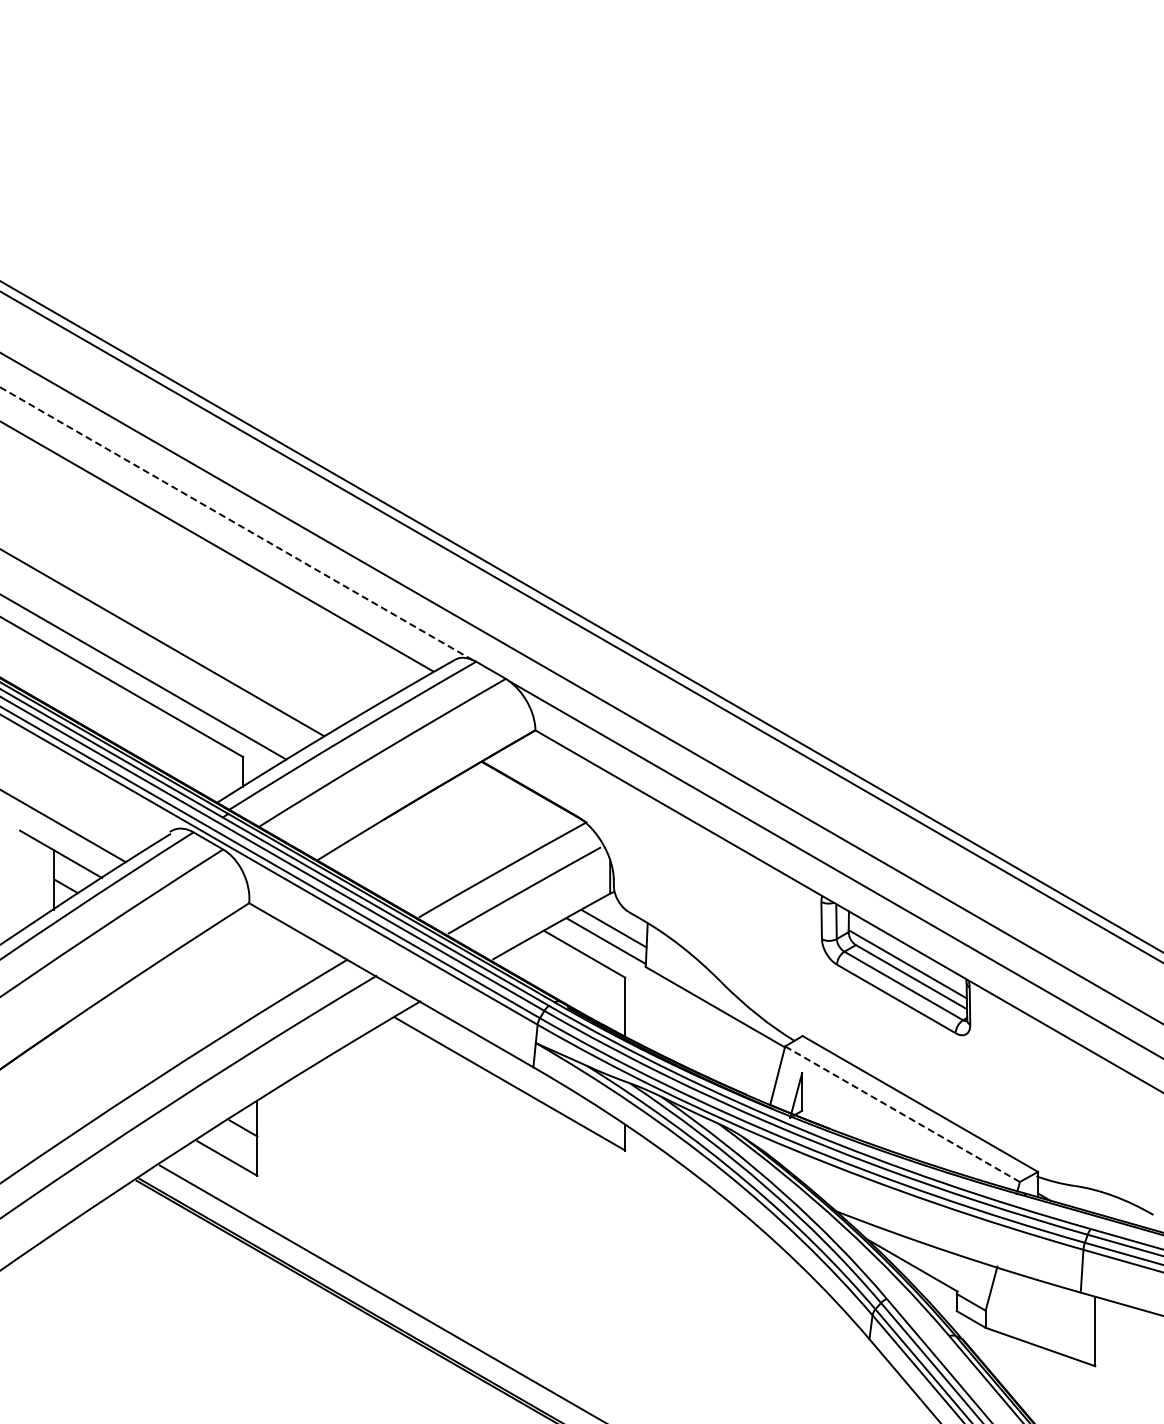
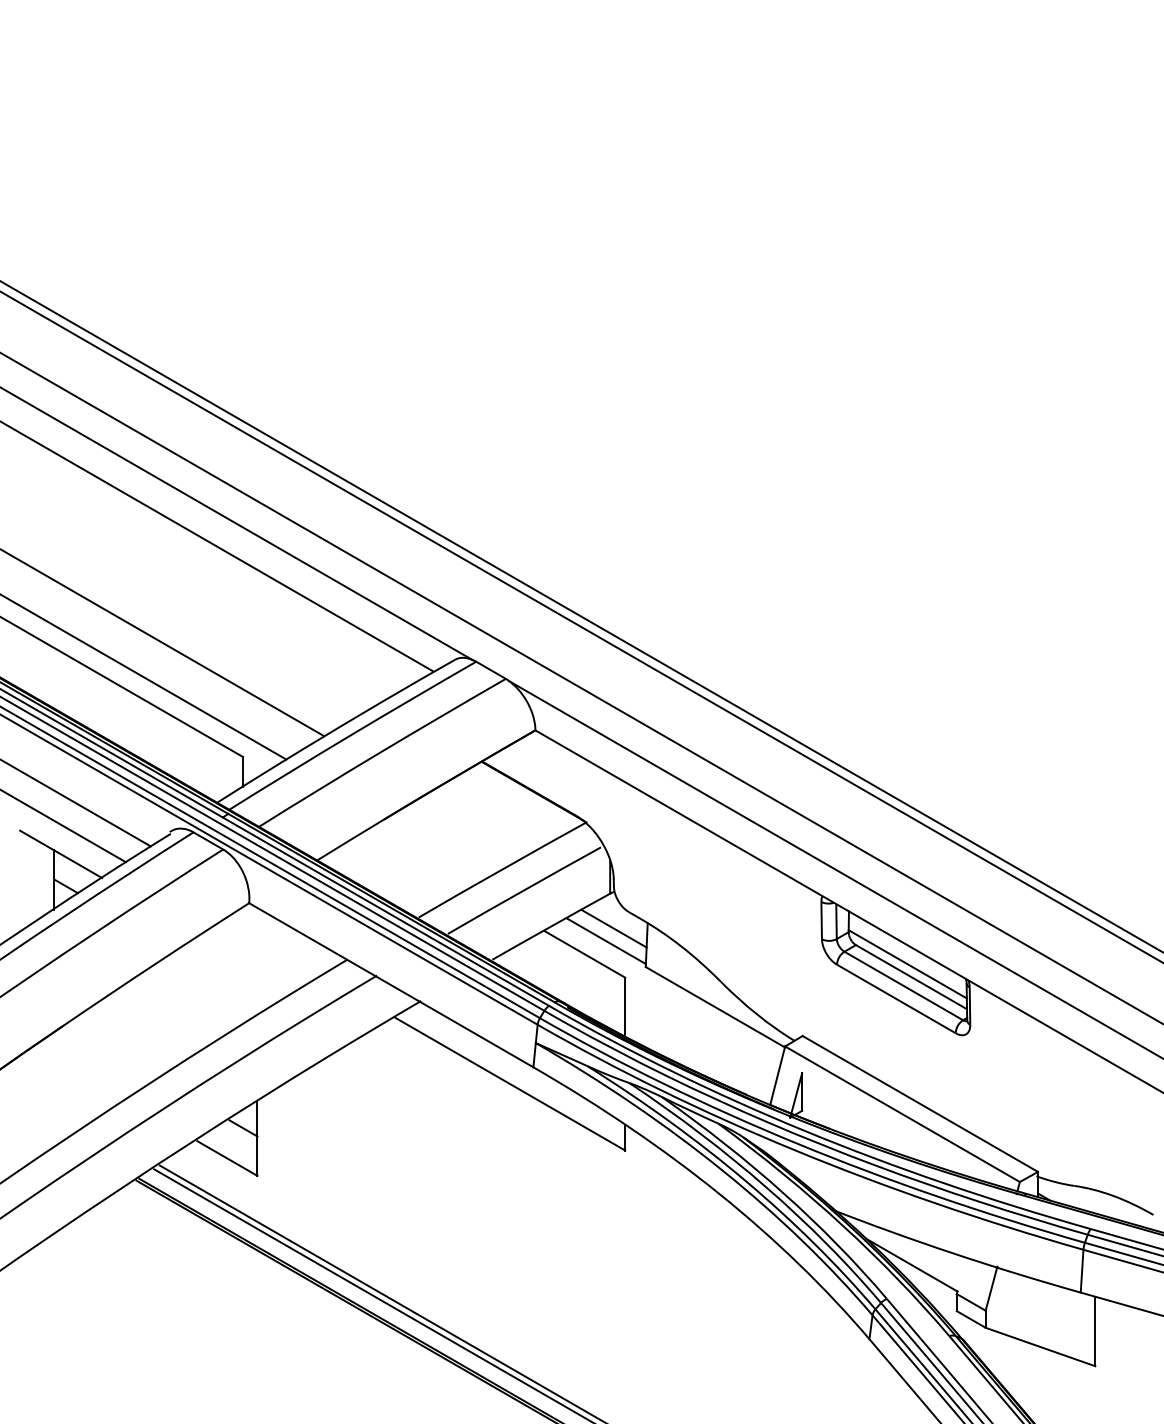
line at (236, 523): dashed -> solid
line at (76, 803): none -> present
line at (902, 1114): dashed -> solid
line at (371, 1294): none -> present
